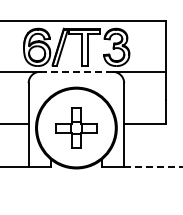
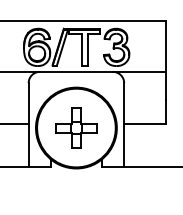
line at (76, 71): dashed -> solid
line at (154, 167): dashed -> solid
